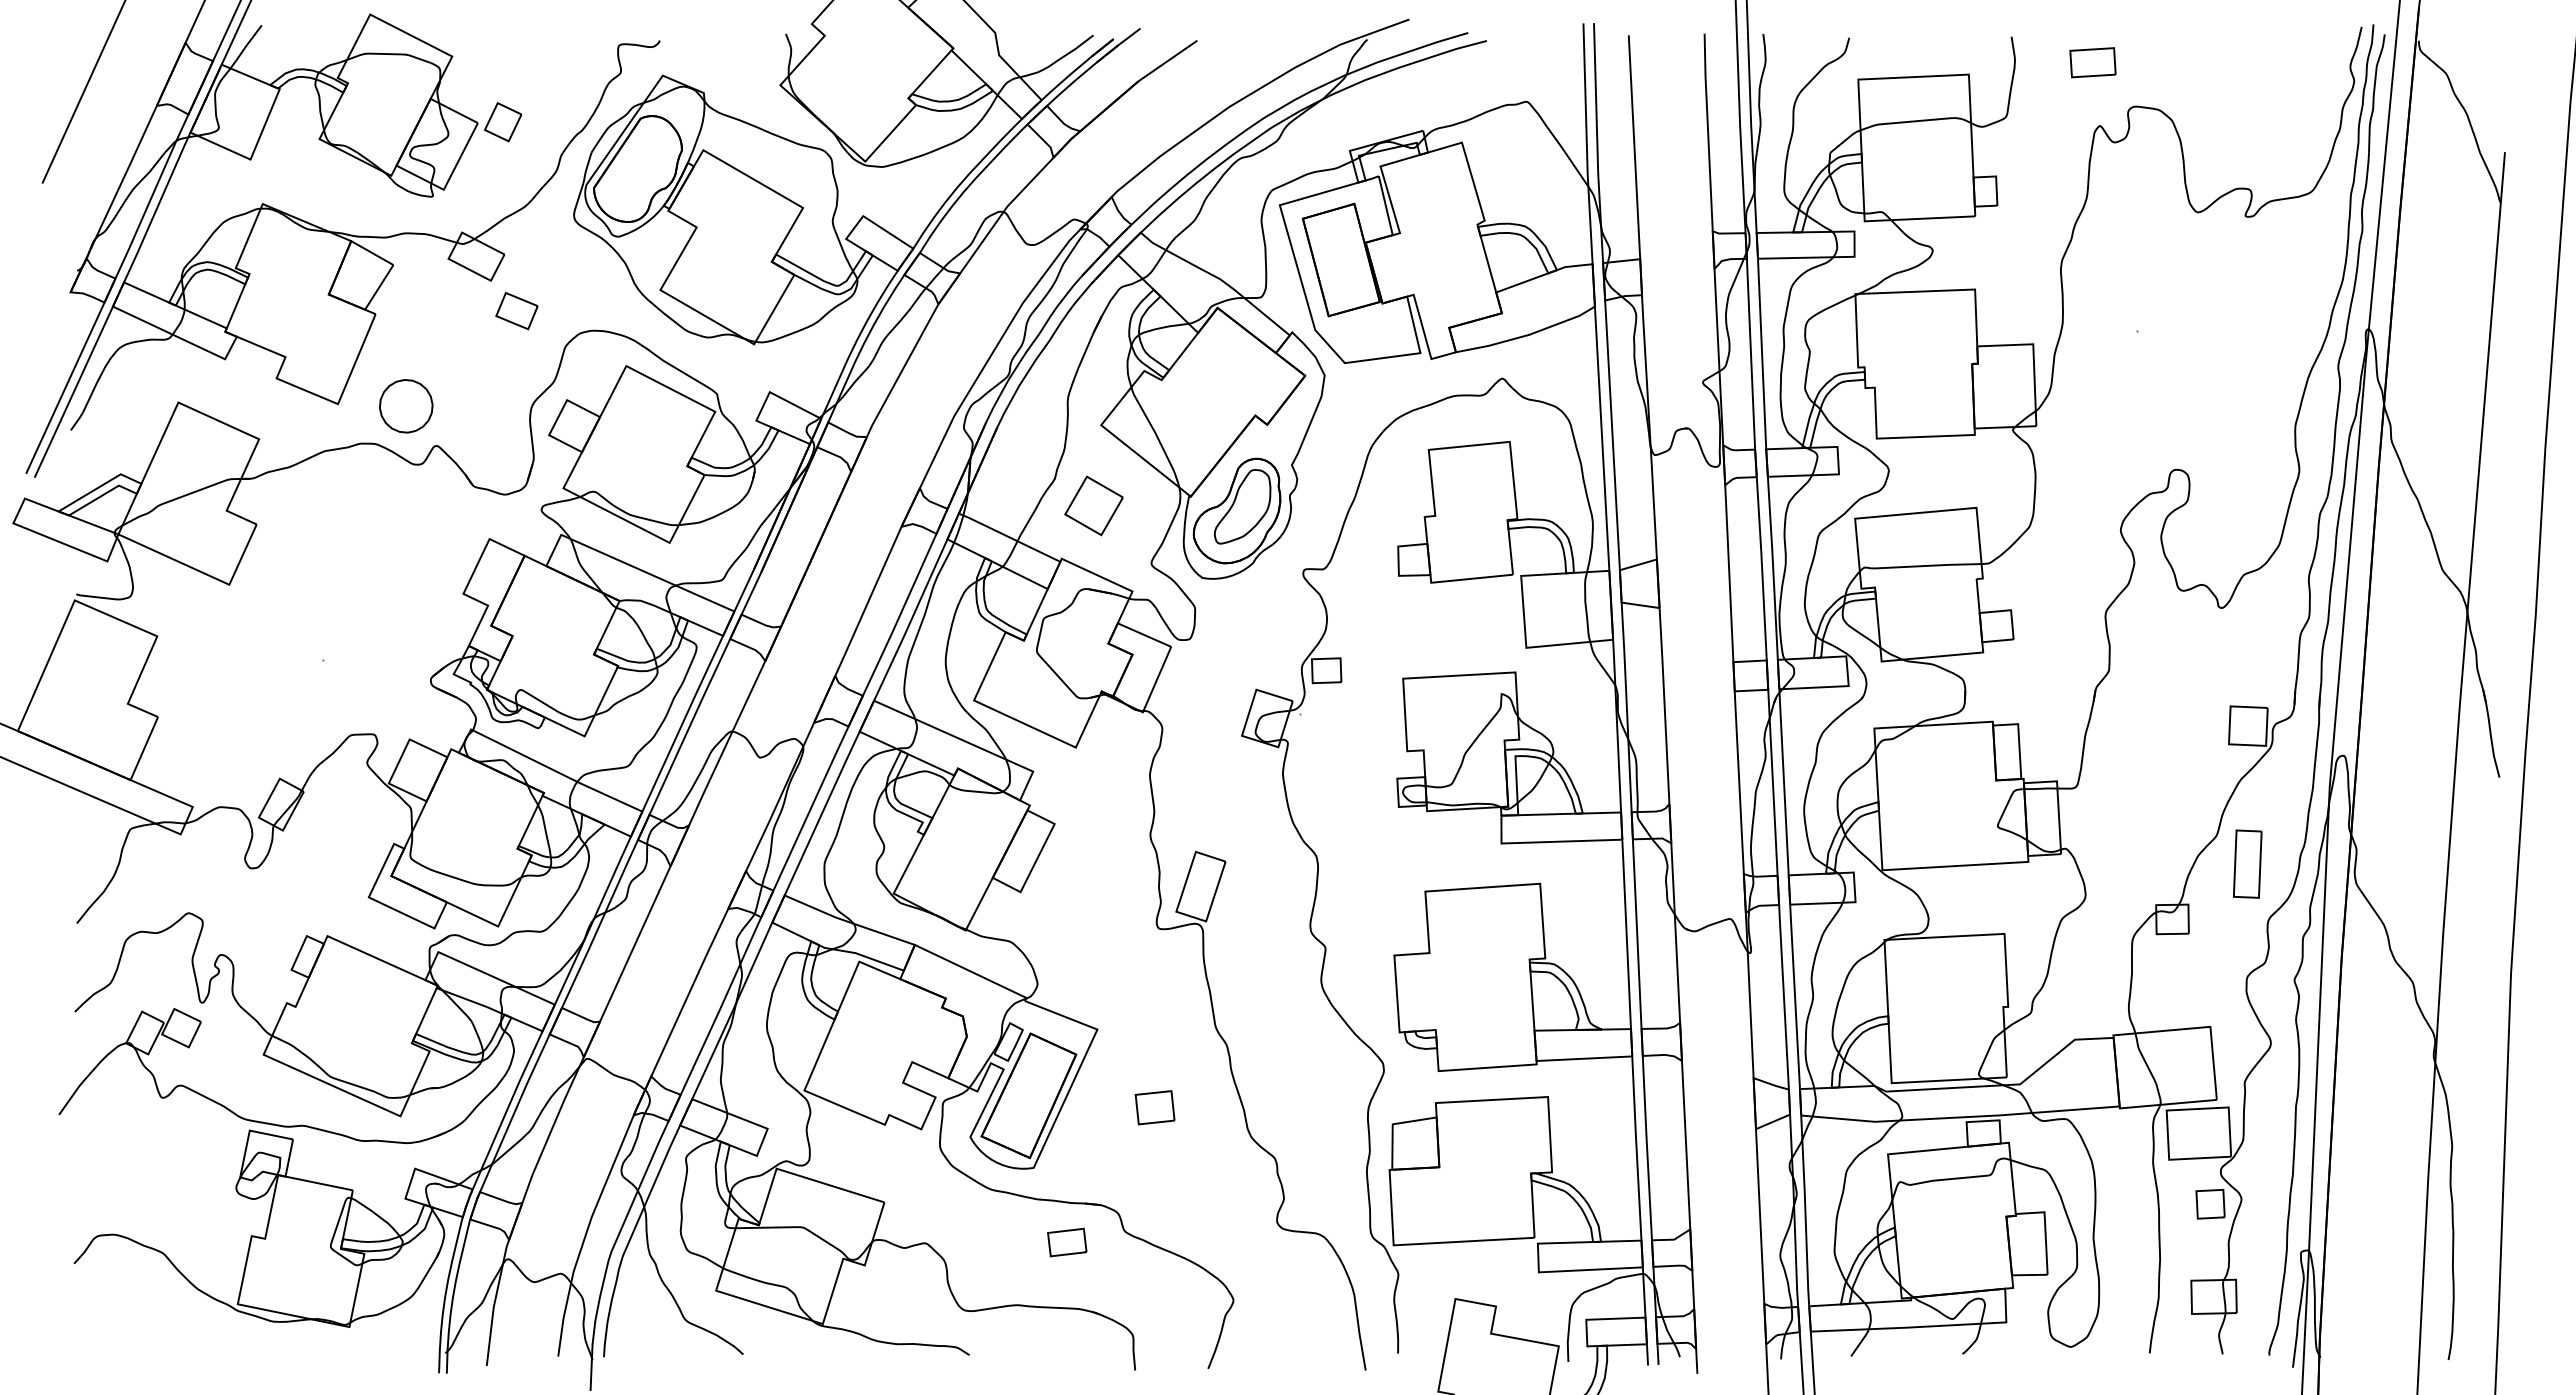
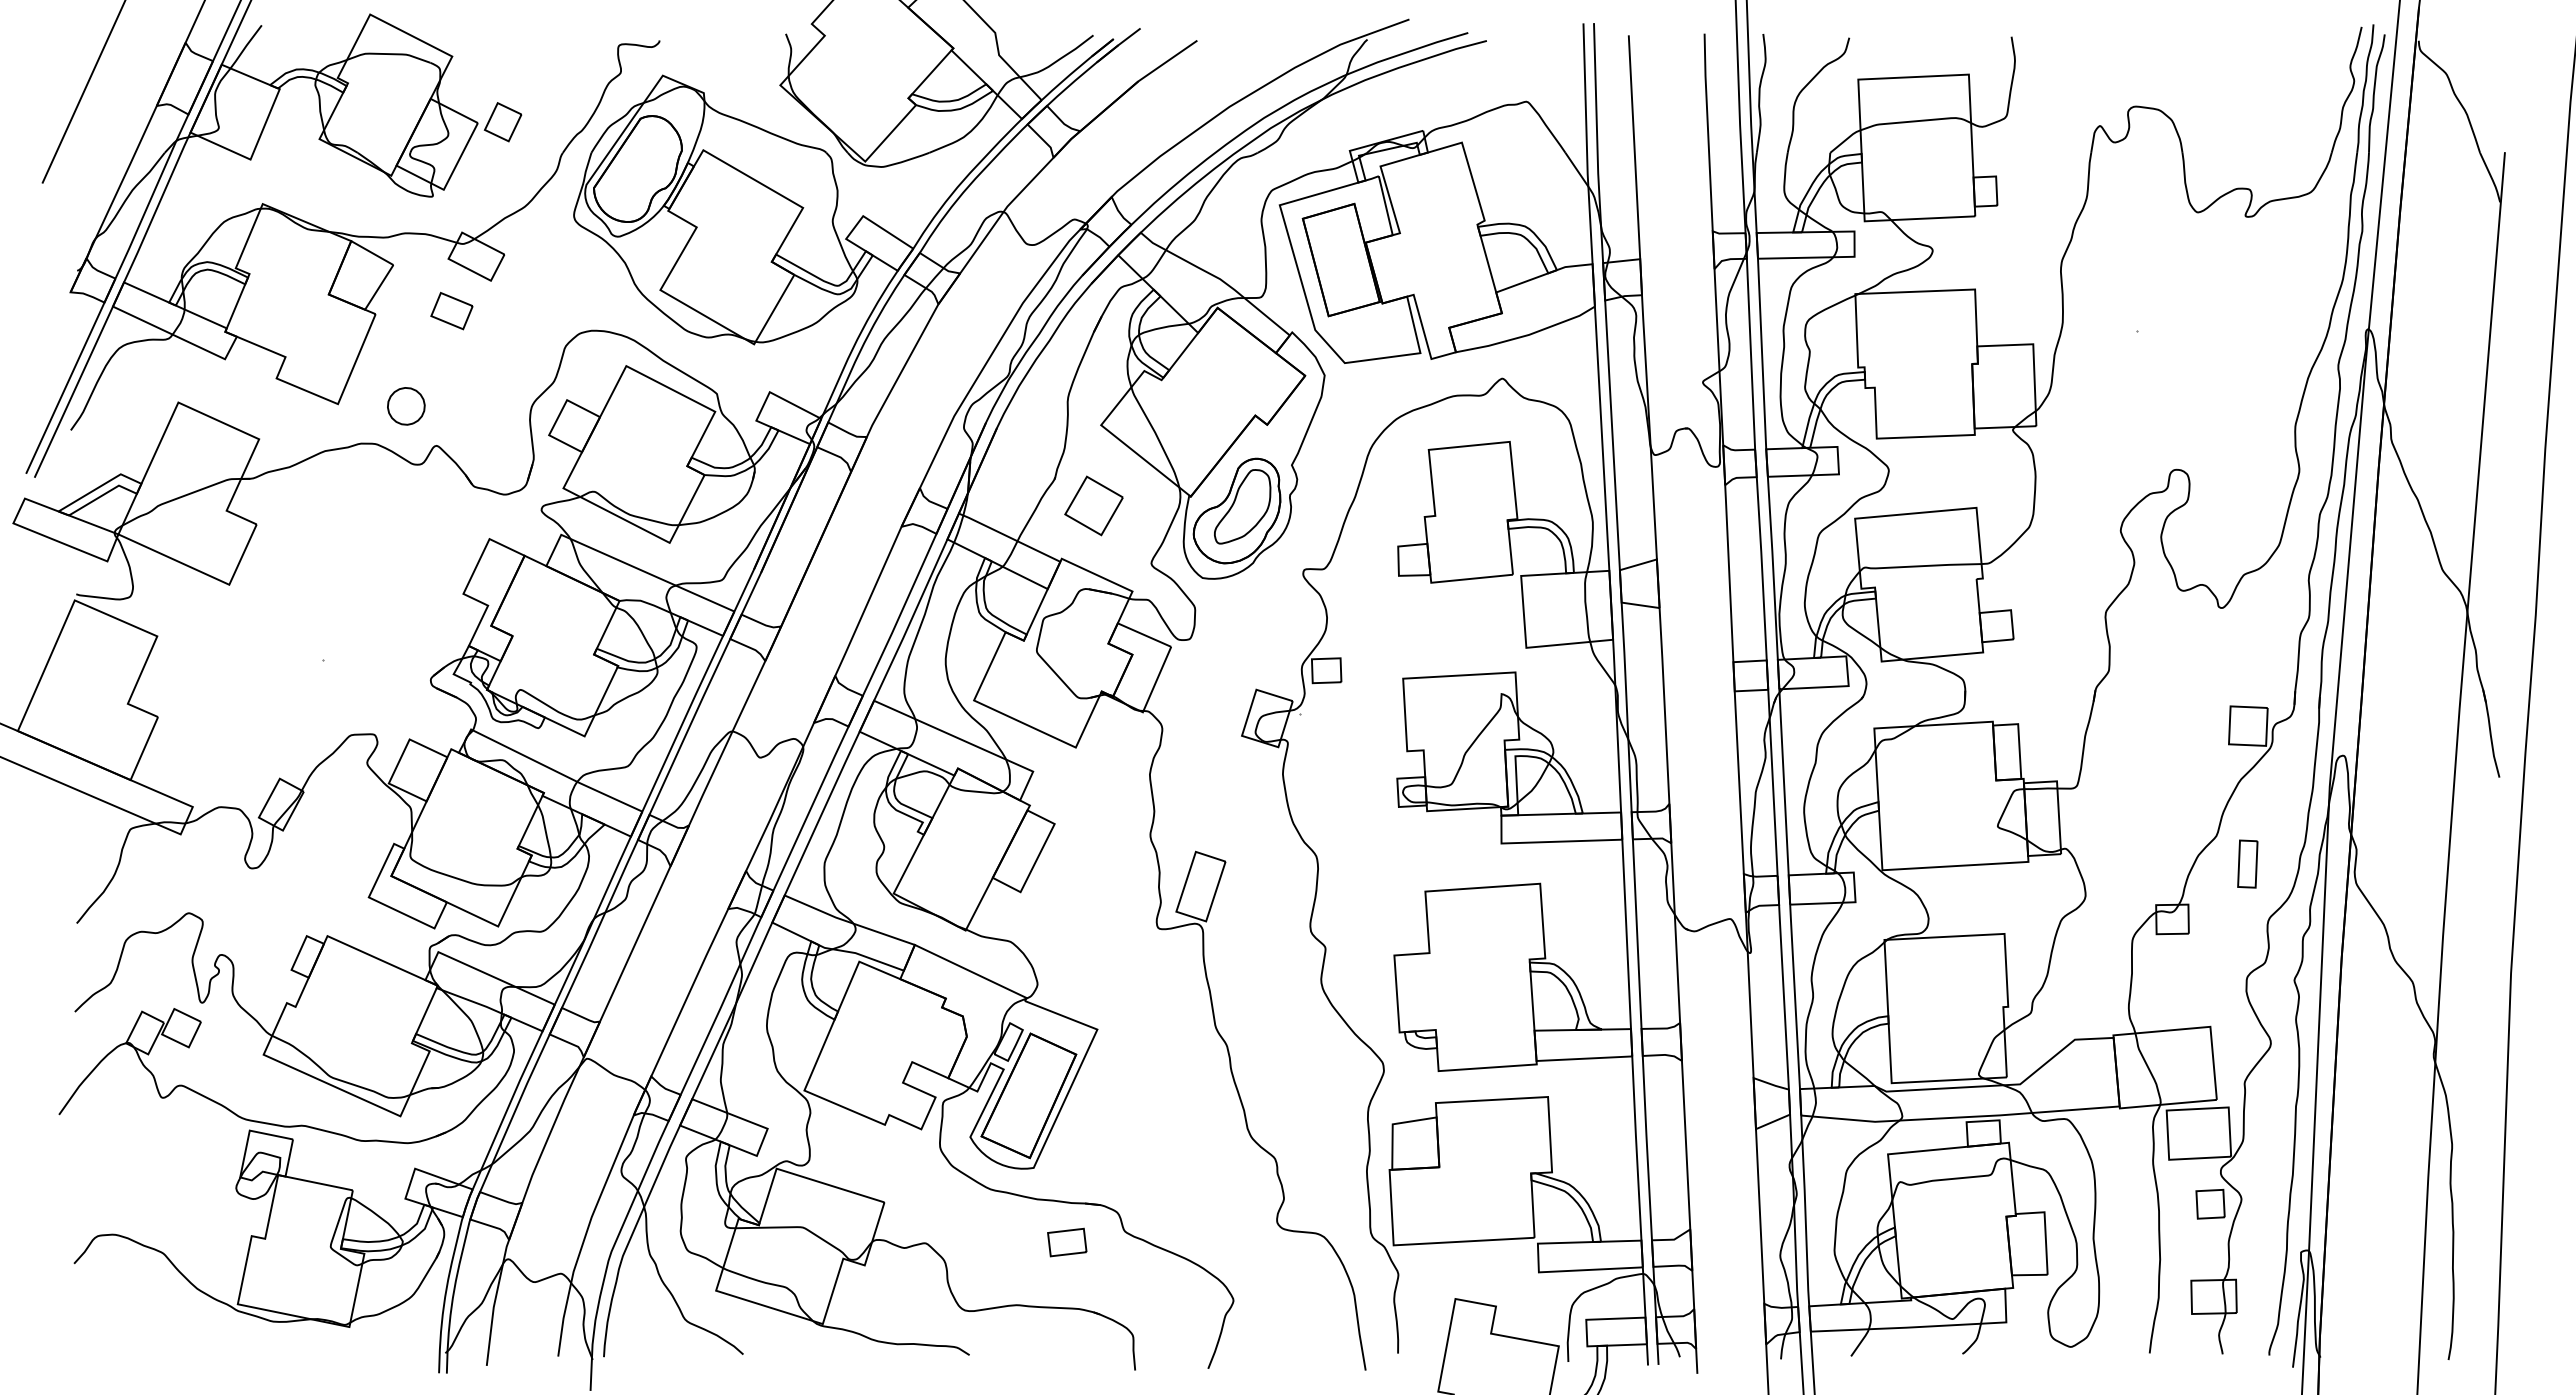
part at (2092, 62): present -> none
part at (516, 310) position: (516, 310) -> (451, 310)
part at (406, 406) size: 55x55 px -> 39x39 px
part at (2247, 863) size: 30x70 px -> 22x50 px
part at (1154, 1107): present -> none
